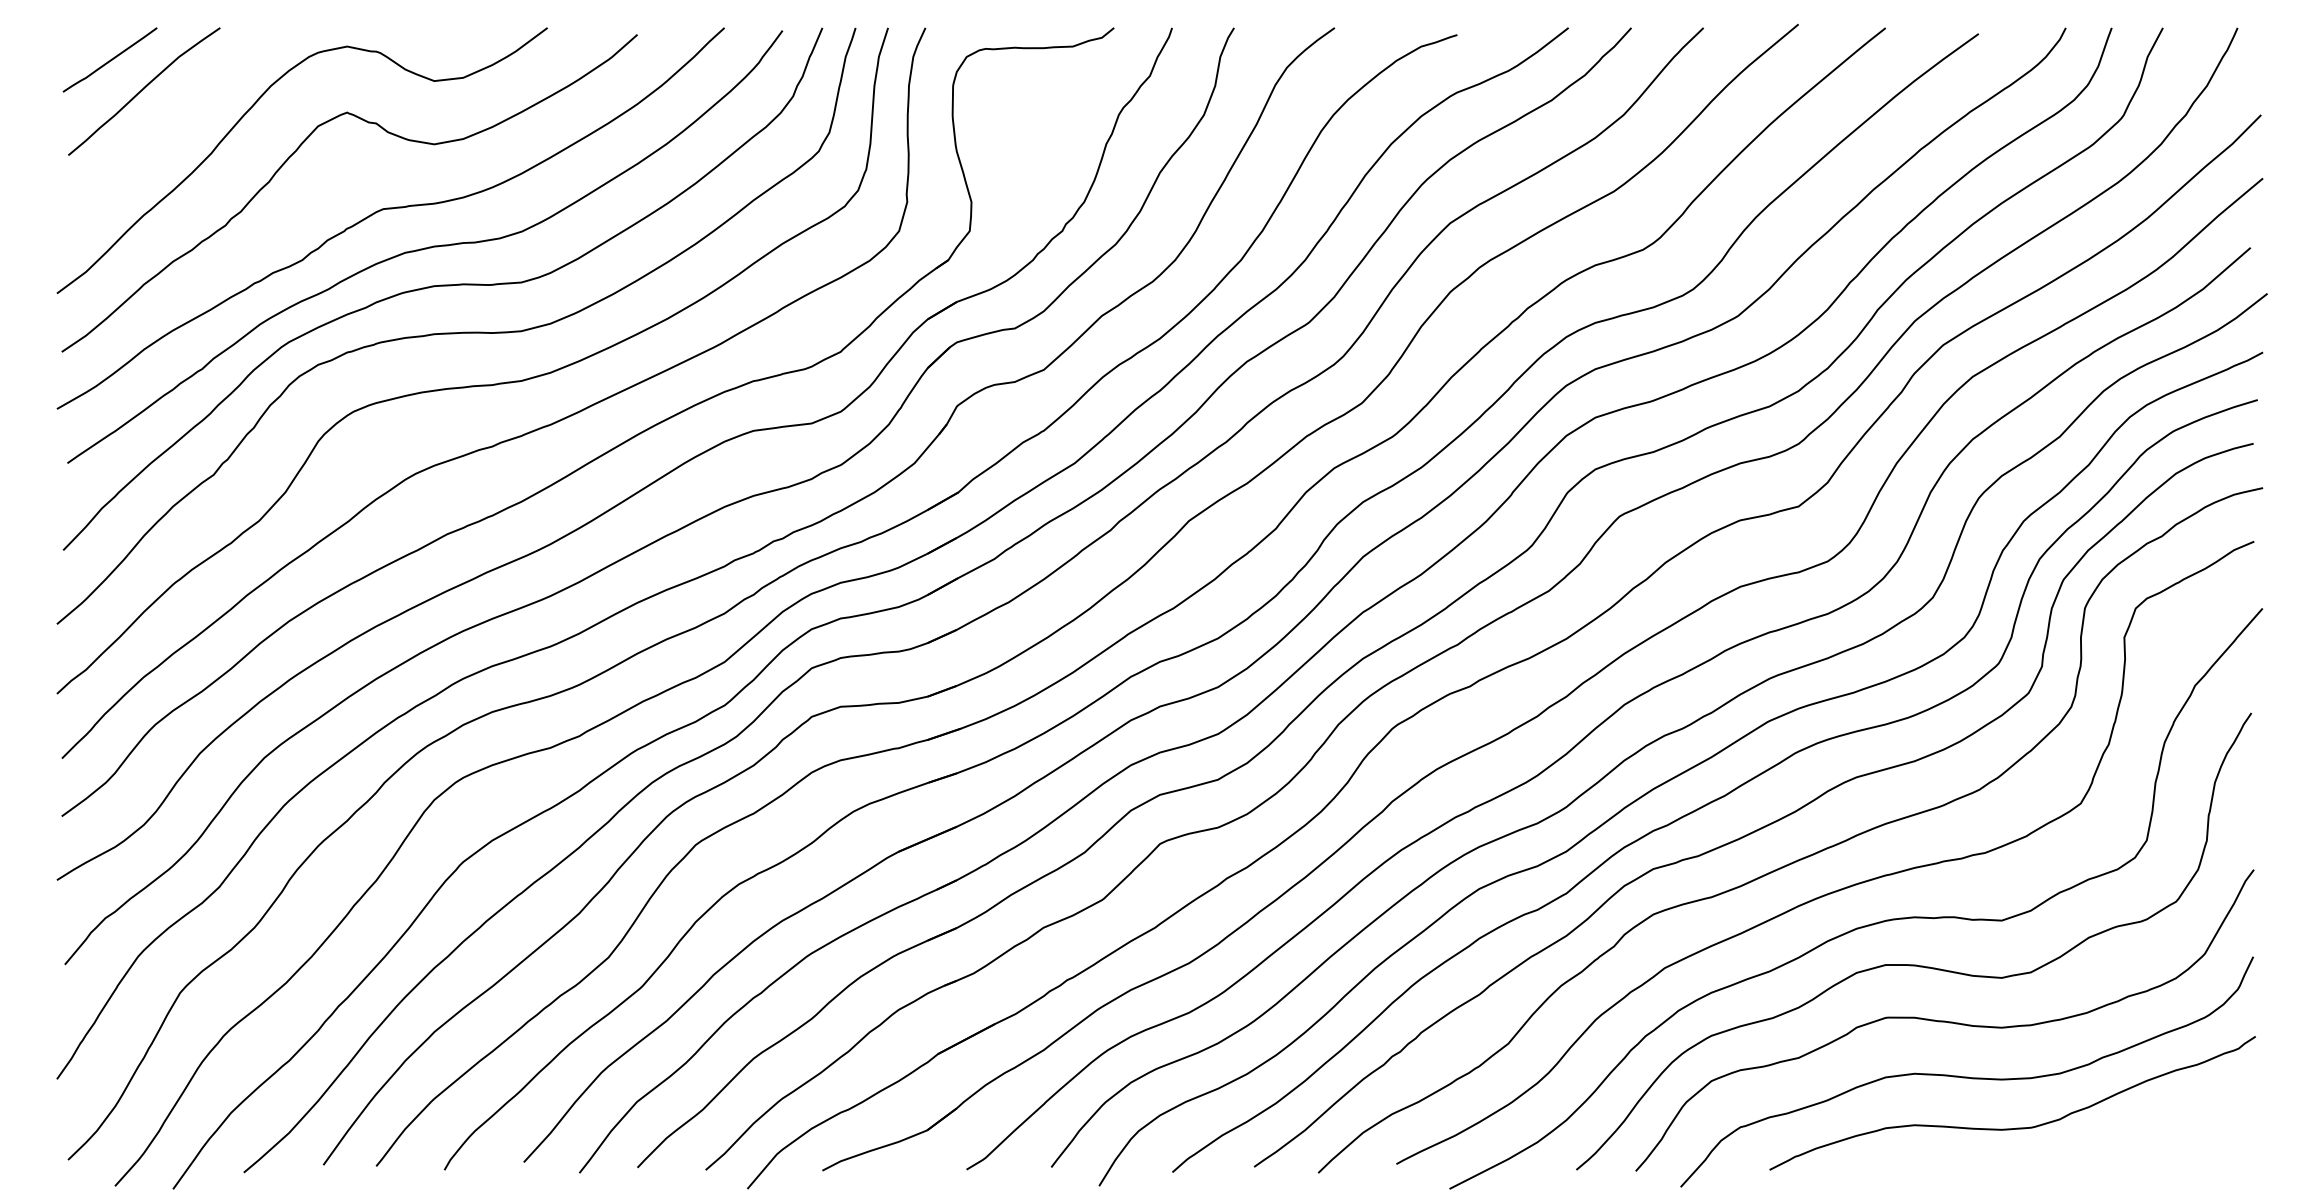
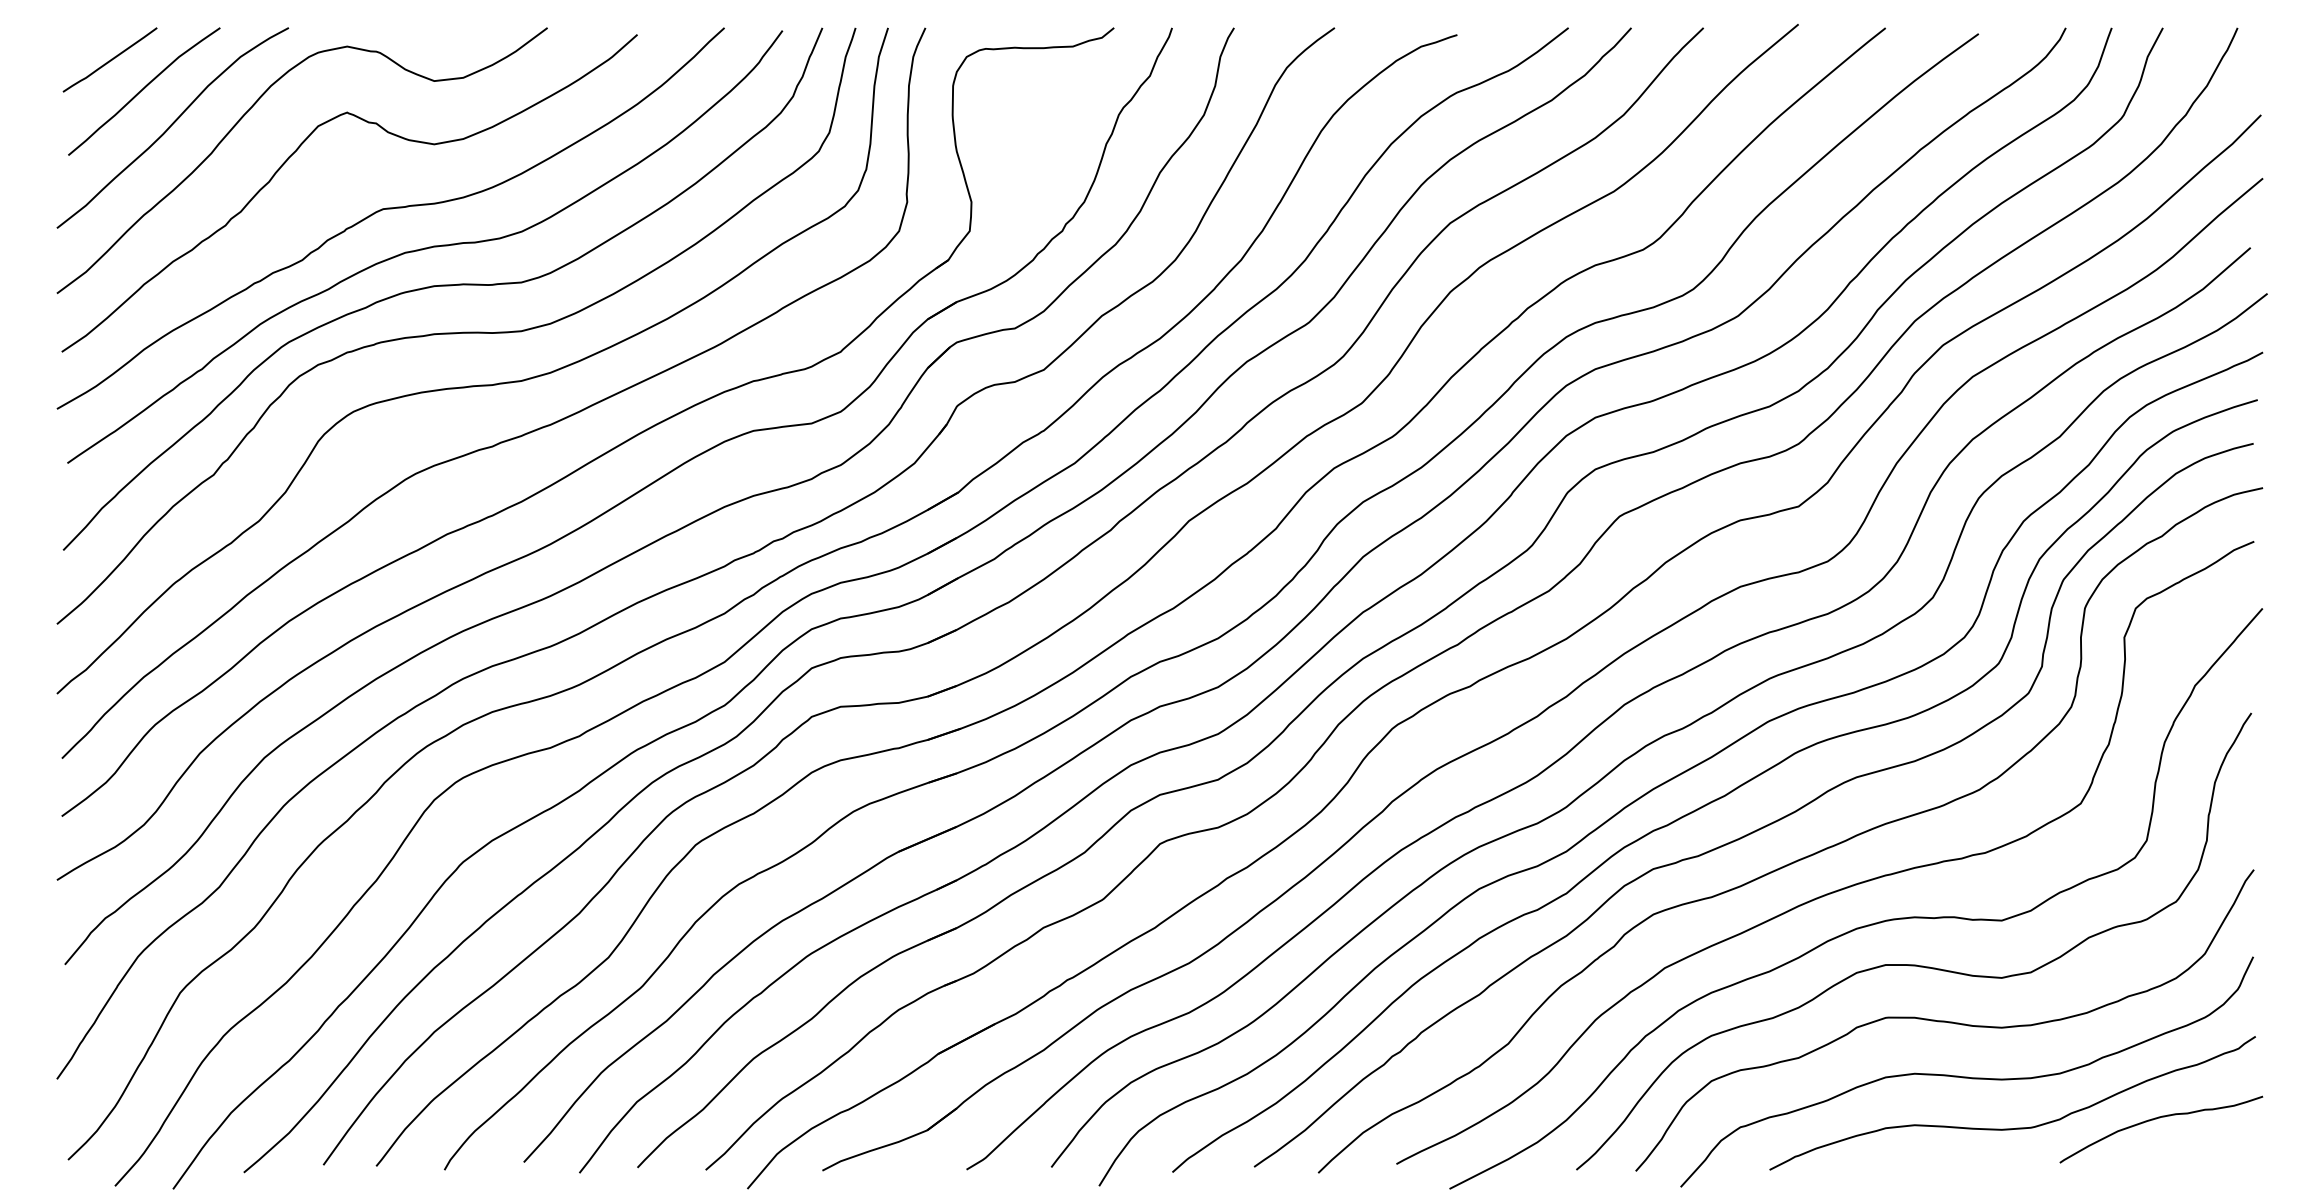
curve at (171, 126): none -> present
curve at (2160, 1118): none -> present
